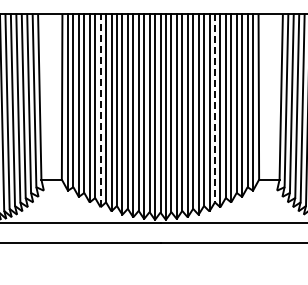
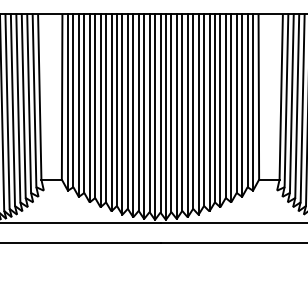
line at (214, 108): dashed -> solid
line at (100, 110): dashed -> solid
